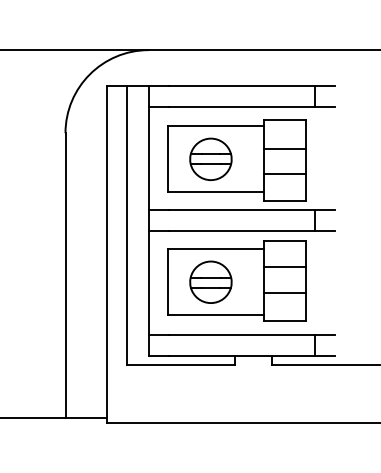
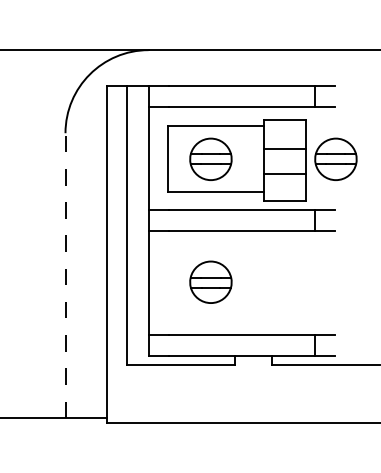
part at (335, 158): none -> present
line at (65, 275): solid -> dashed
part at (236, 280): present -> none
